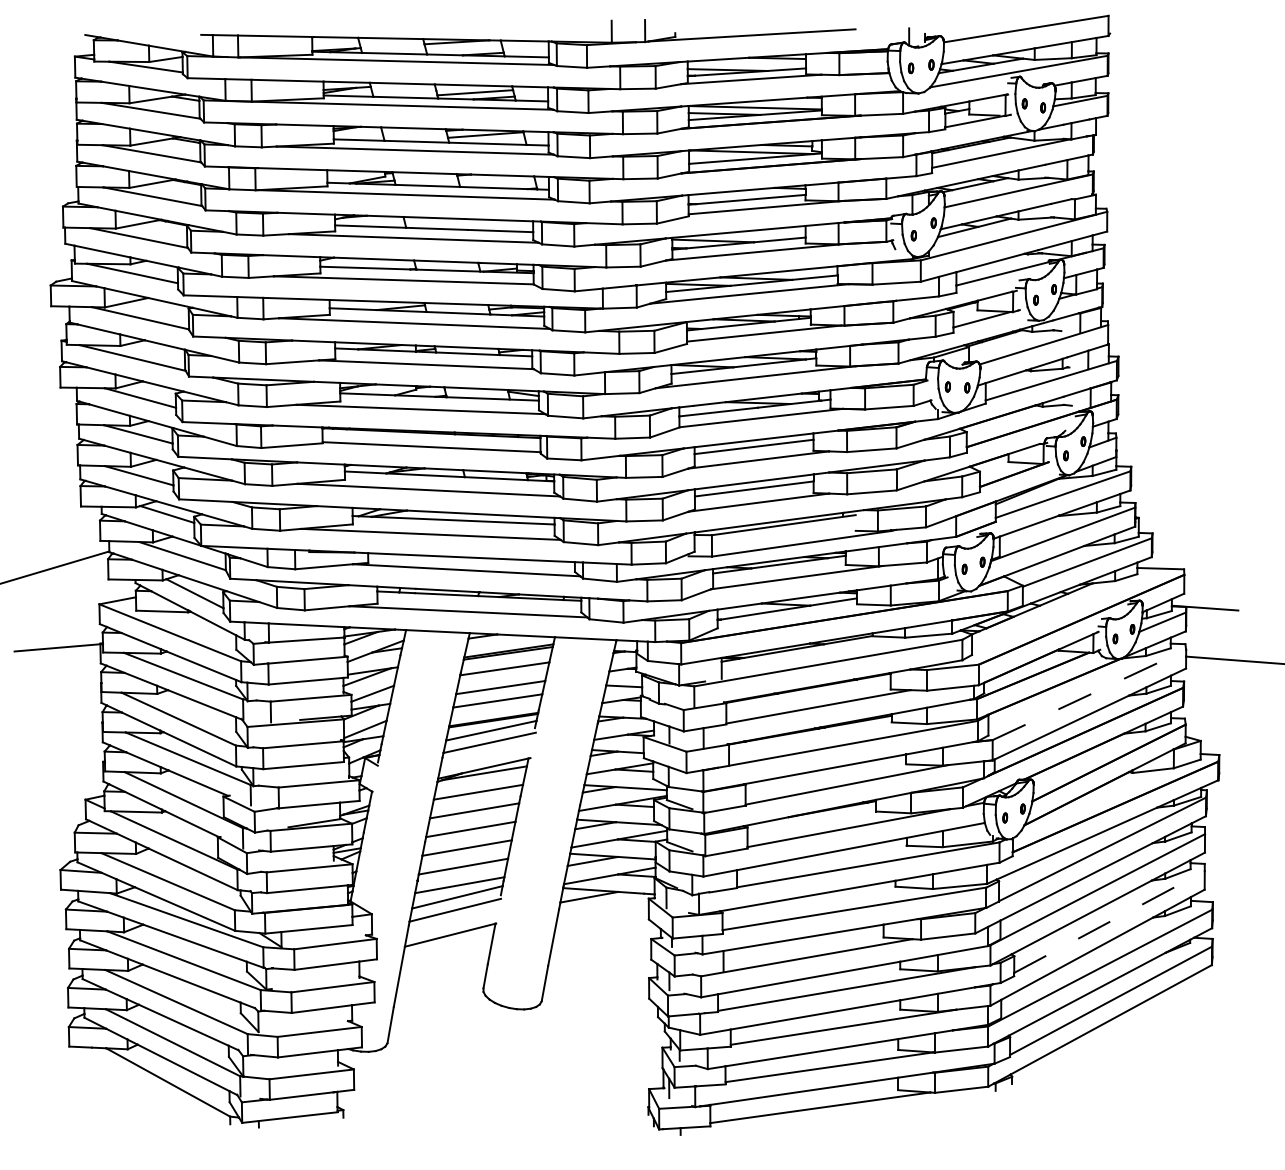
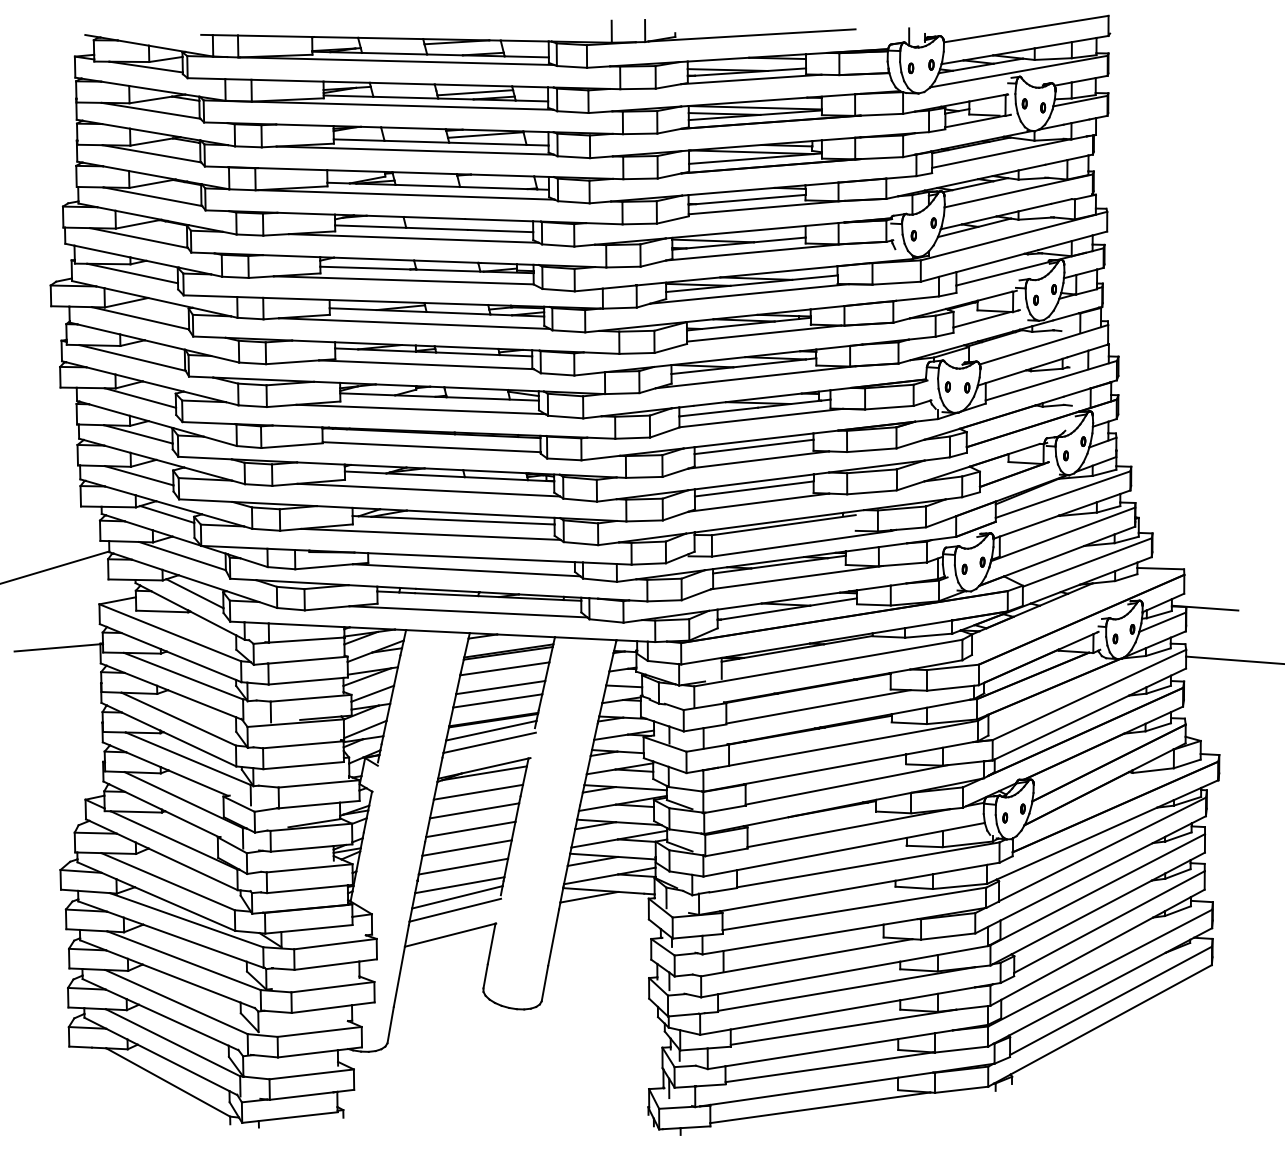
line at (1089, 694): dashed -> solid
line at (1109, 922): dashed -> solid
